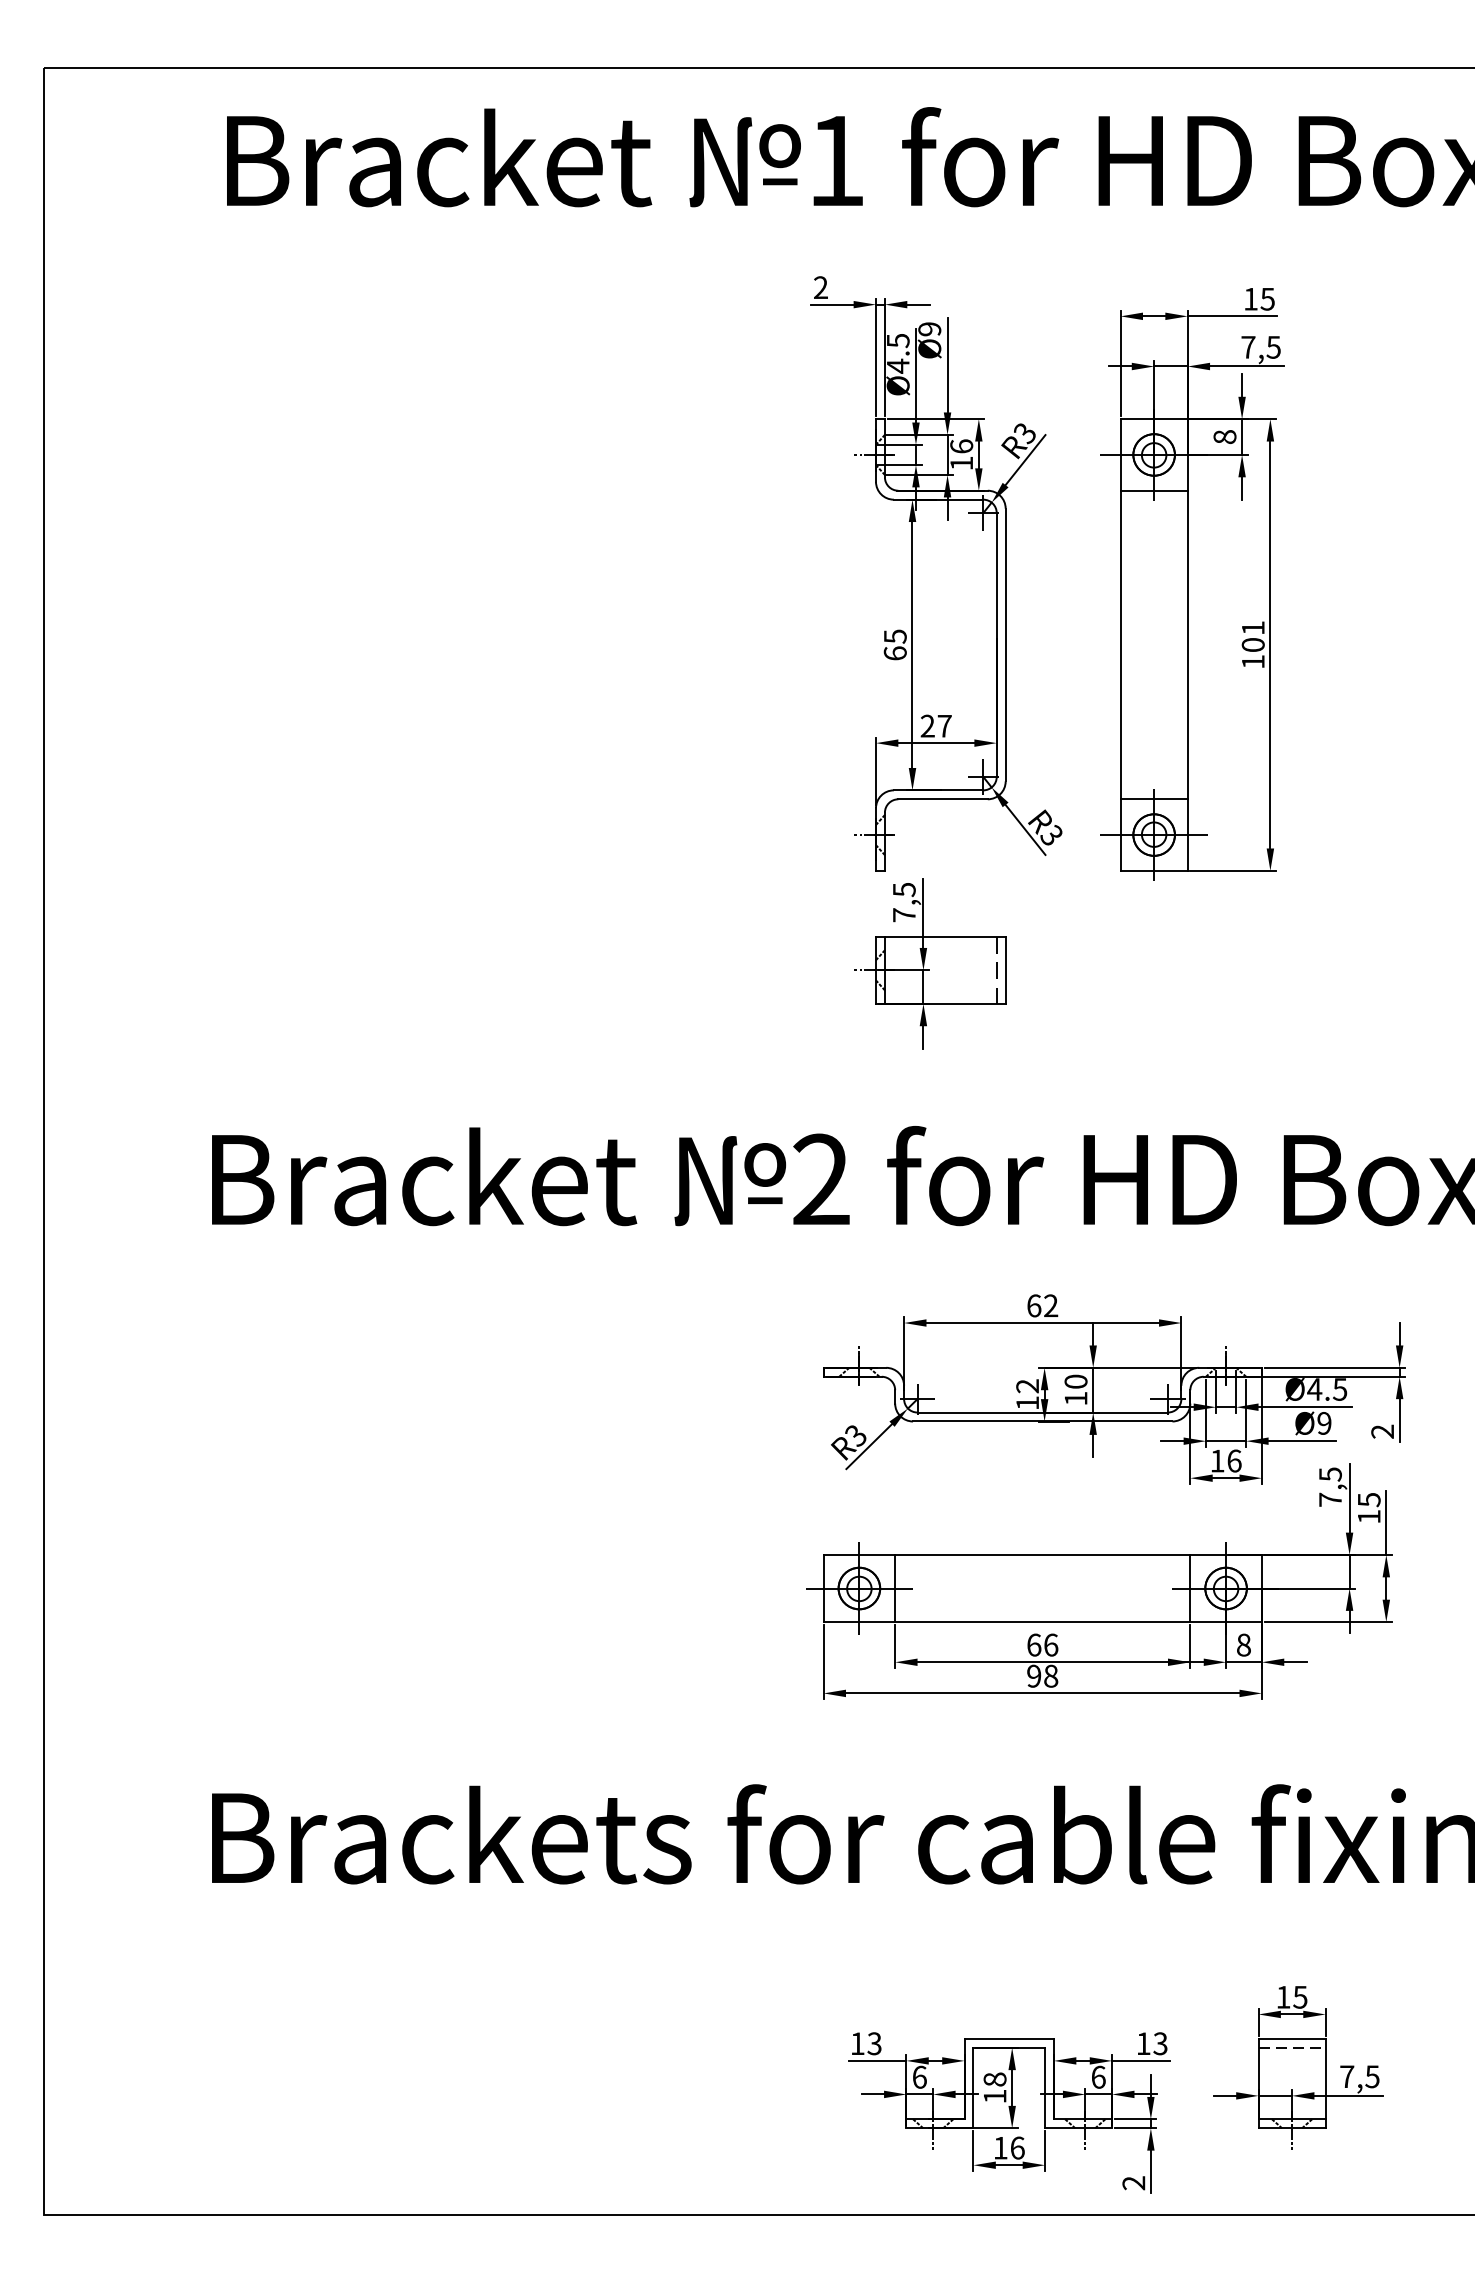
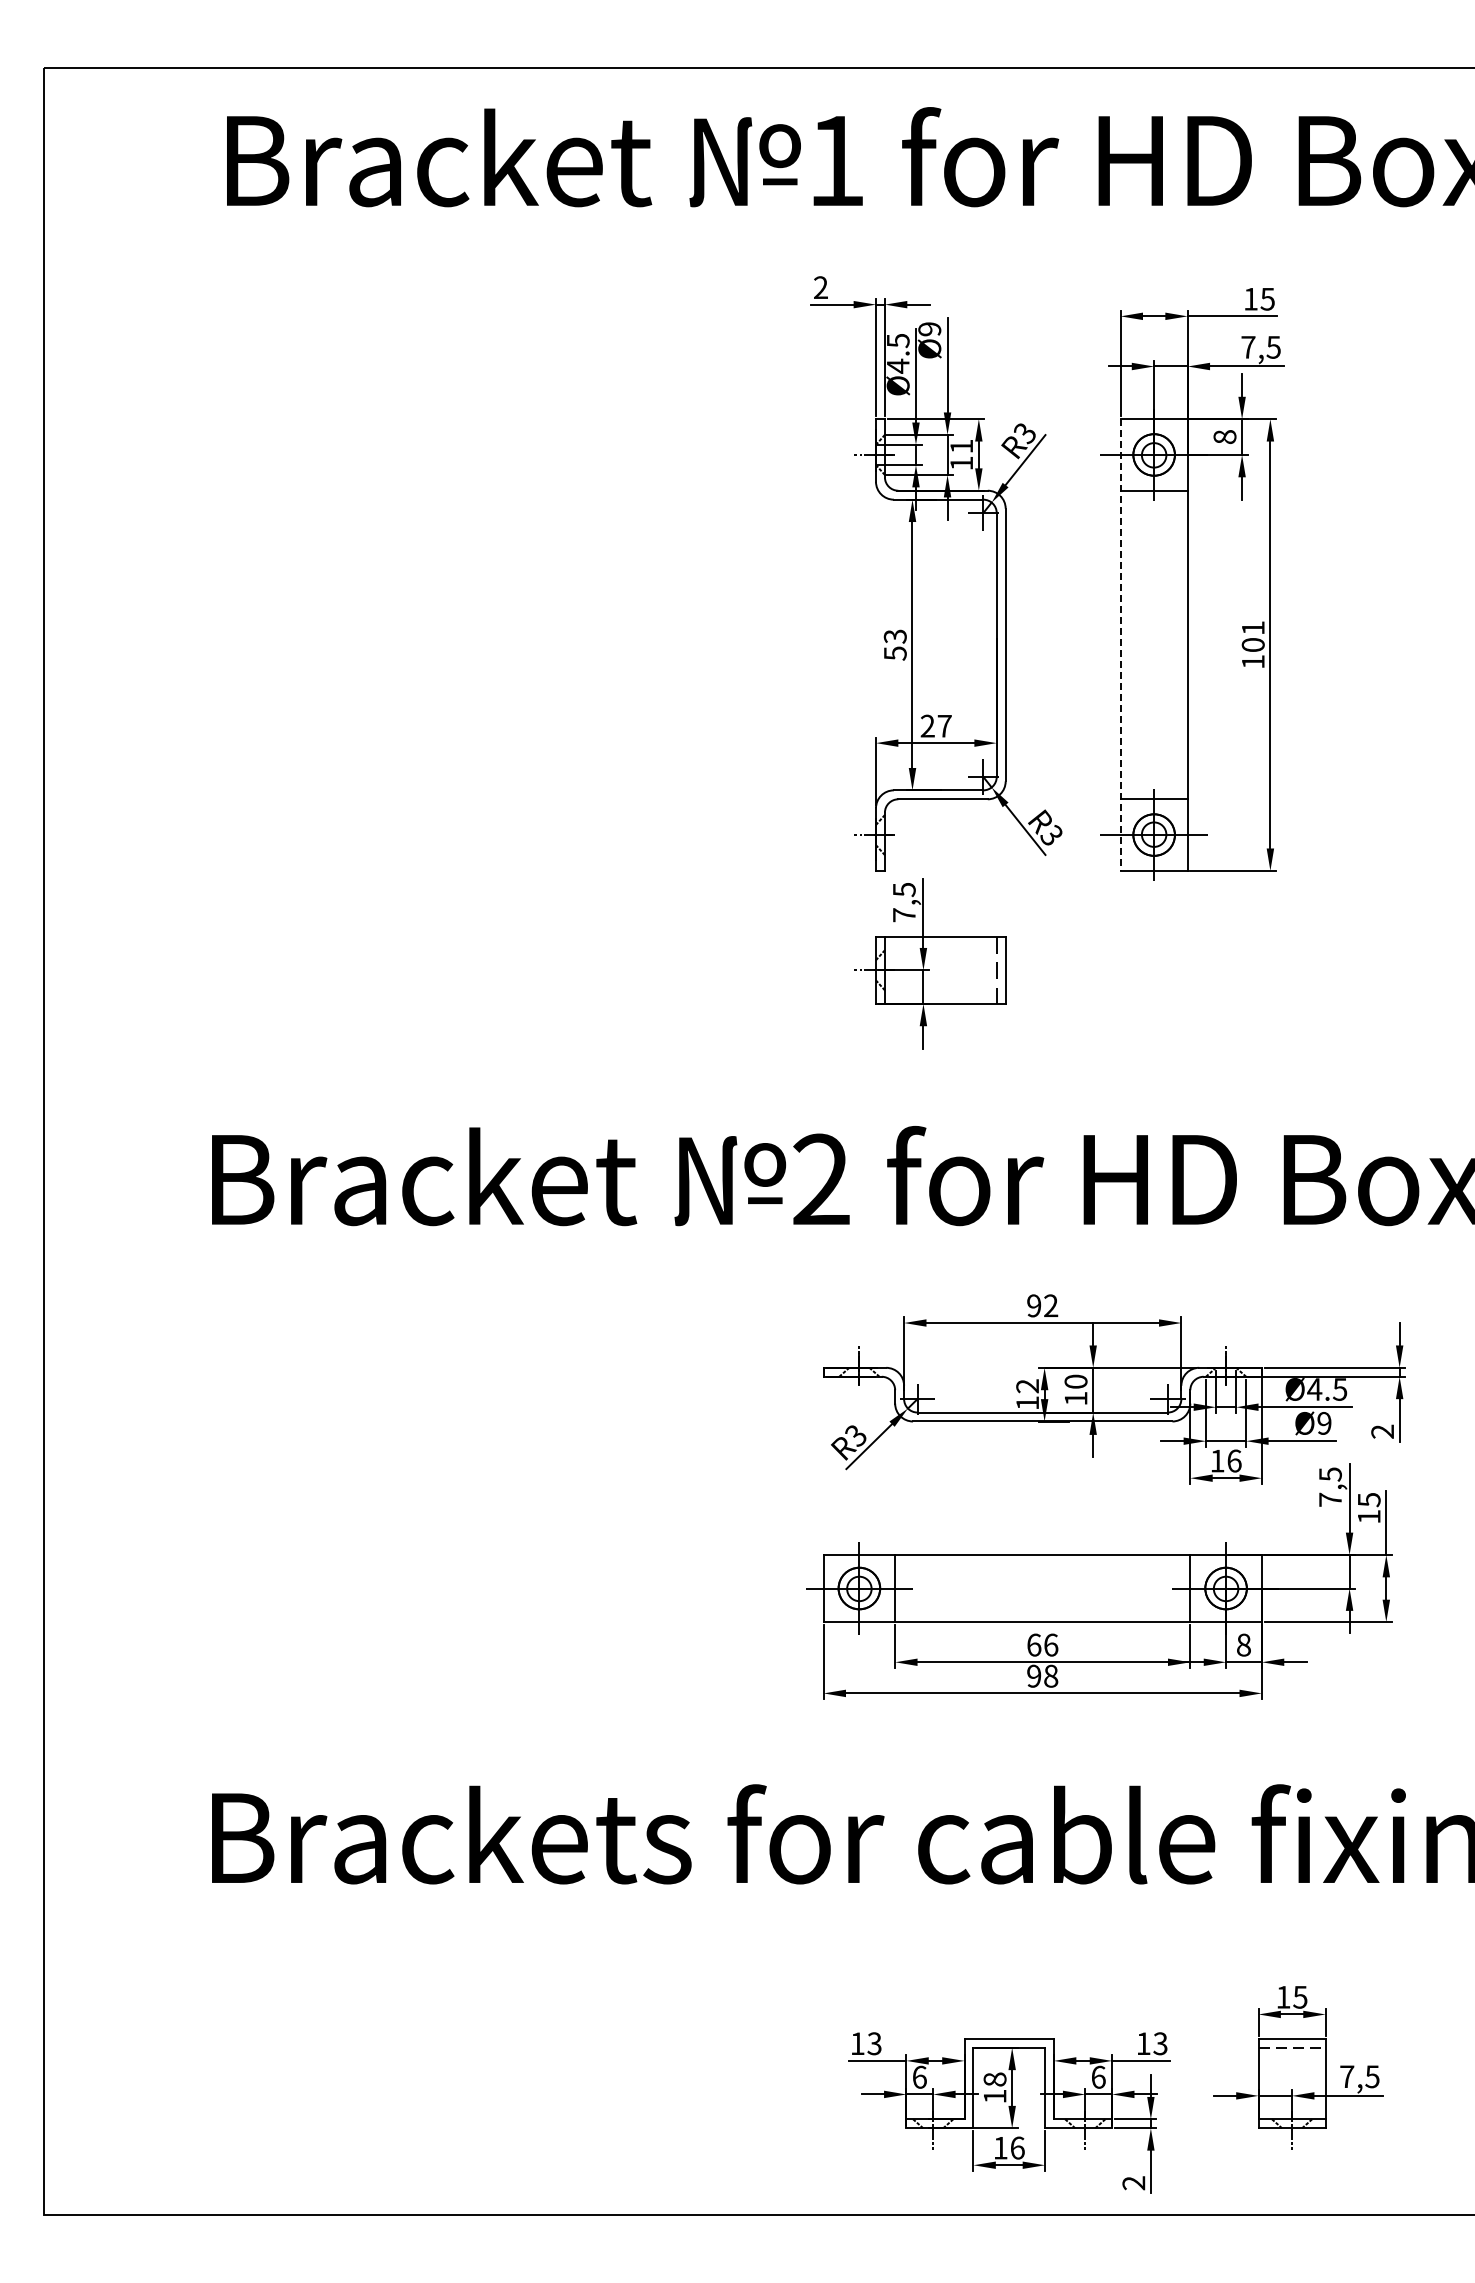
text at (961, 446): 16 -> 11
text at (894, 644): 65 -> 53
line at (1120, 645): solid -> dashed
text at (1034, 1305): 62 -> 92
